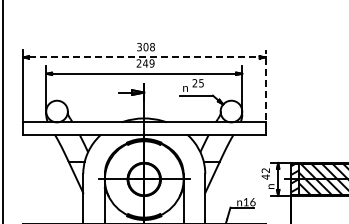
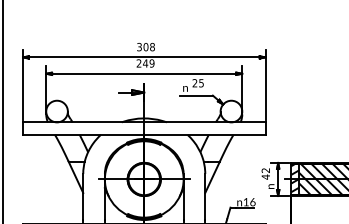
line at (144, 57): dashed -> solid
line at (265, 84): dashed -> solid
